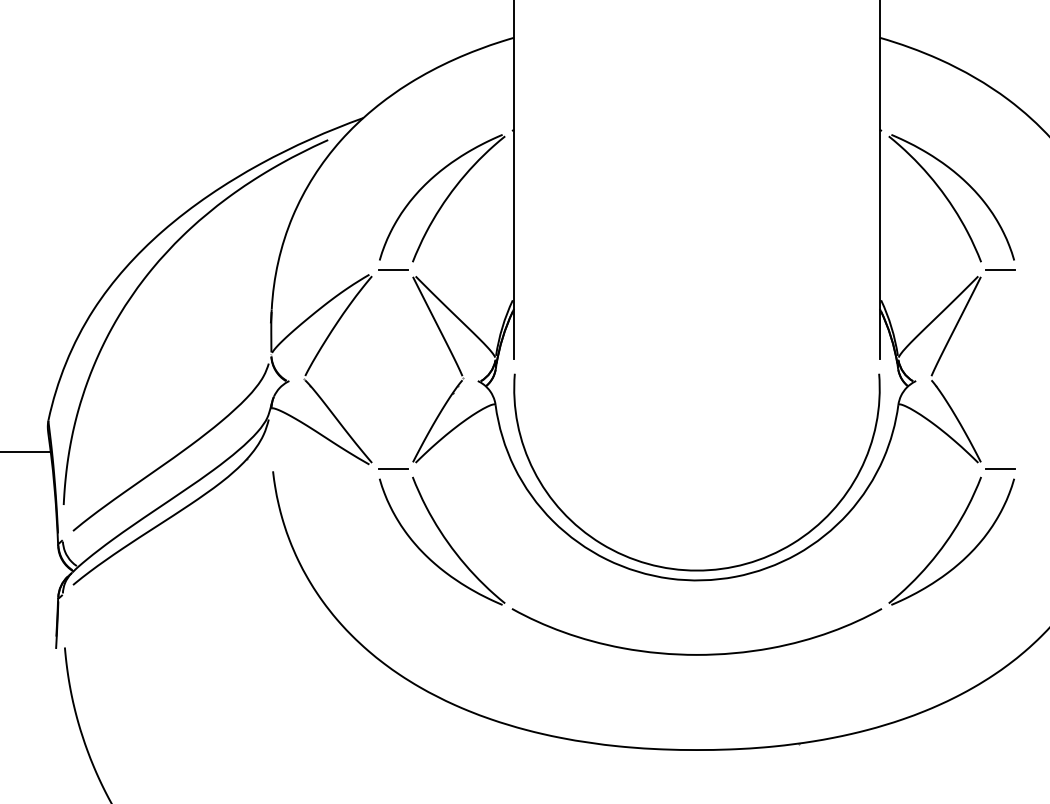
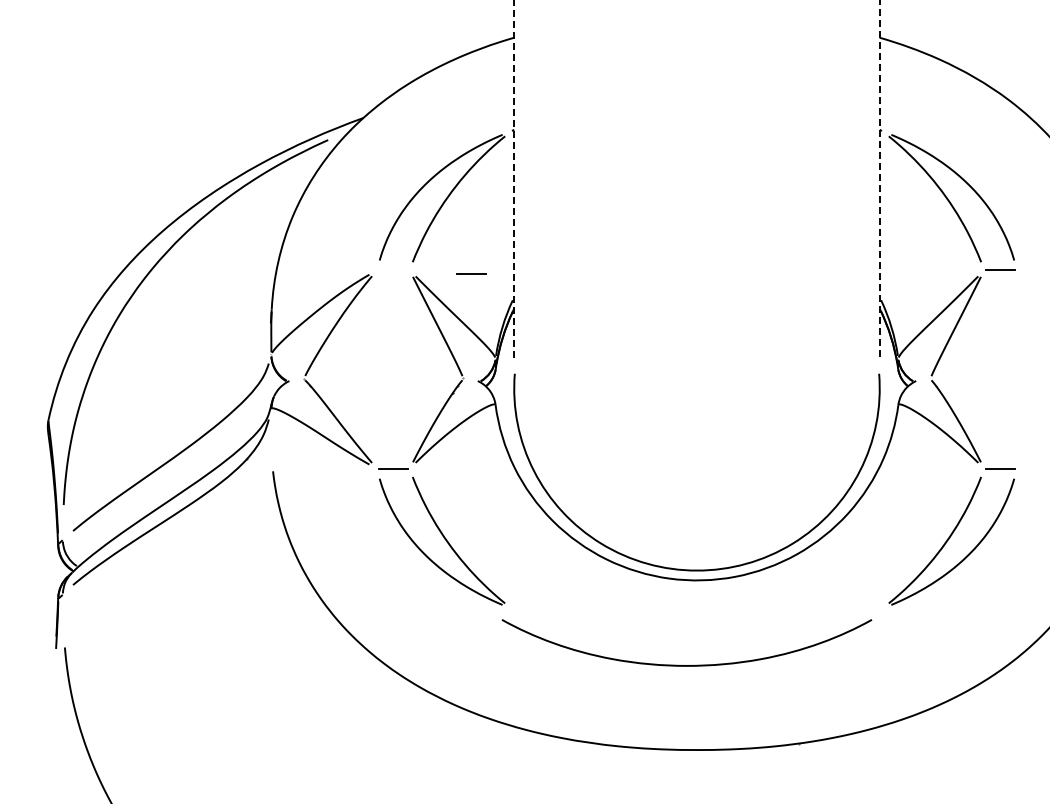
line at (514, 179): solid -> dashed
line at (879, 180): solid -> dashed
line at (393, 269) position: (393, 269) -> (471, 273)
line at (26, 451): present -> none
curve at (696, 654) position: (696, 654) -> (686, 665)
